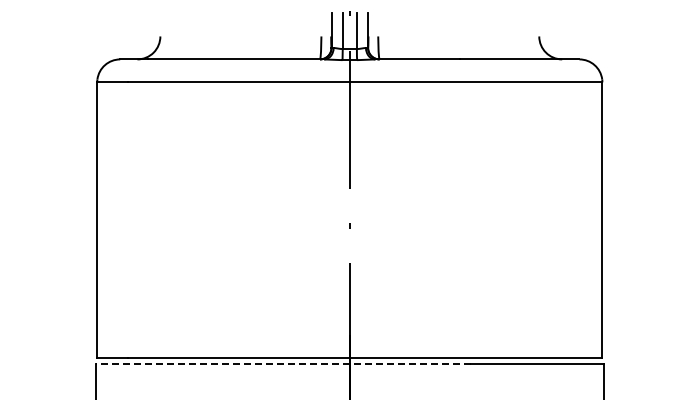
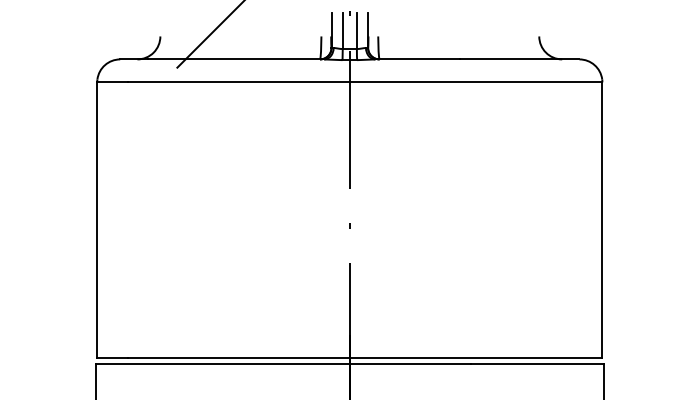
line at (209, 35): none -> present
line at (283, 363): dashed -> solid
